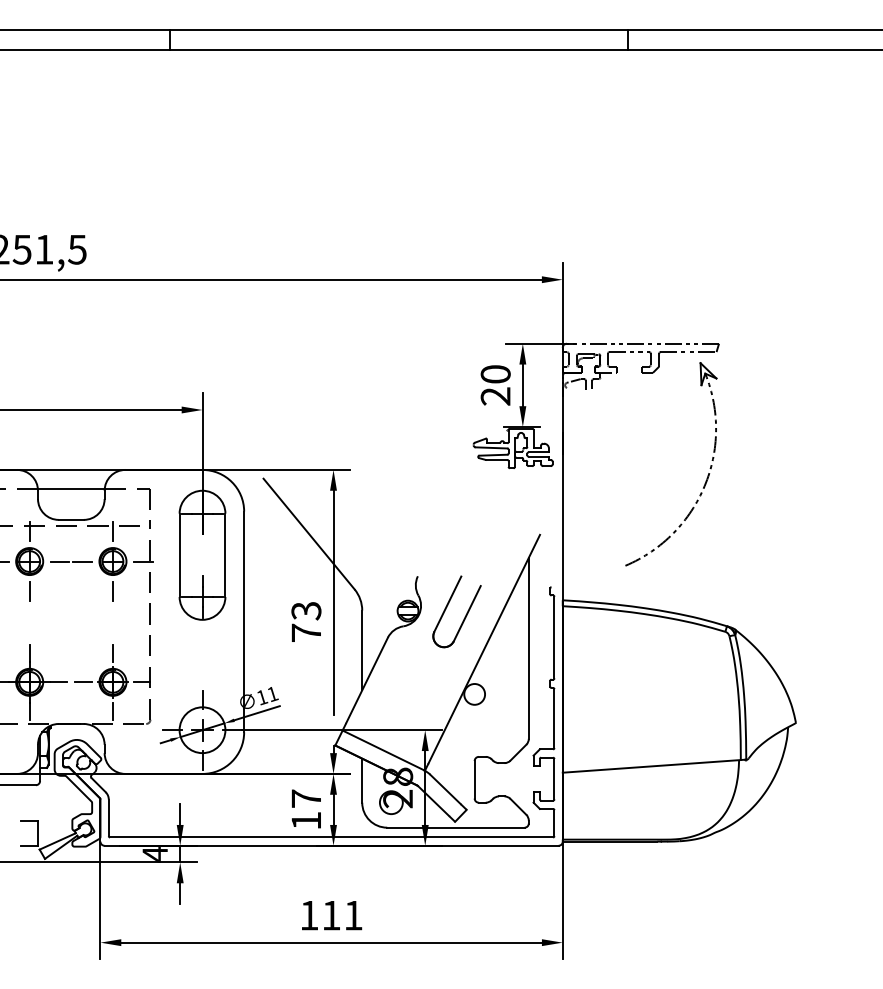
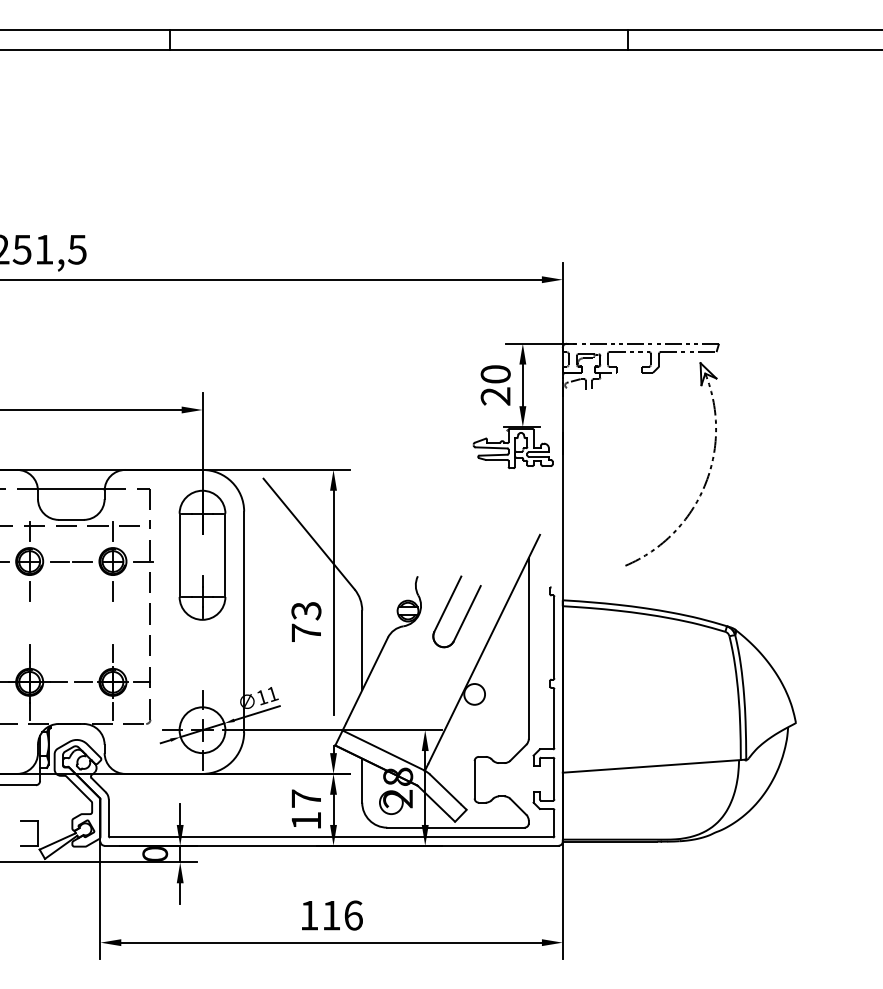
text at (155, 853): 4 -> 0
text at (353, 915): 111 -> 116
